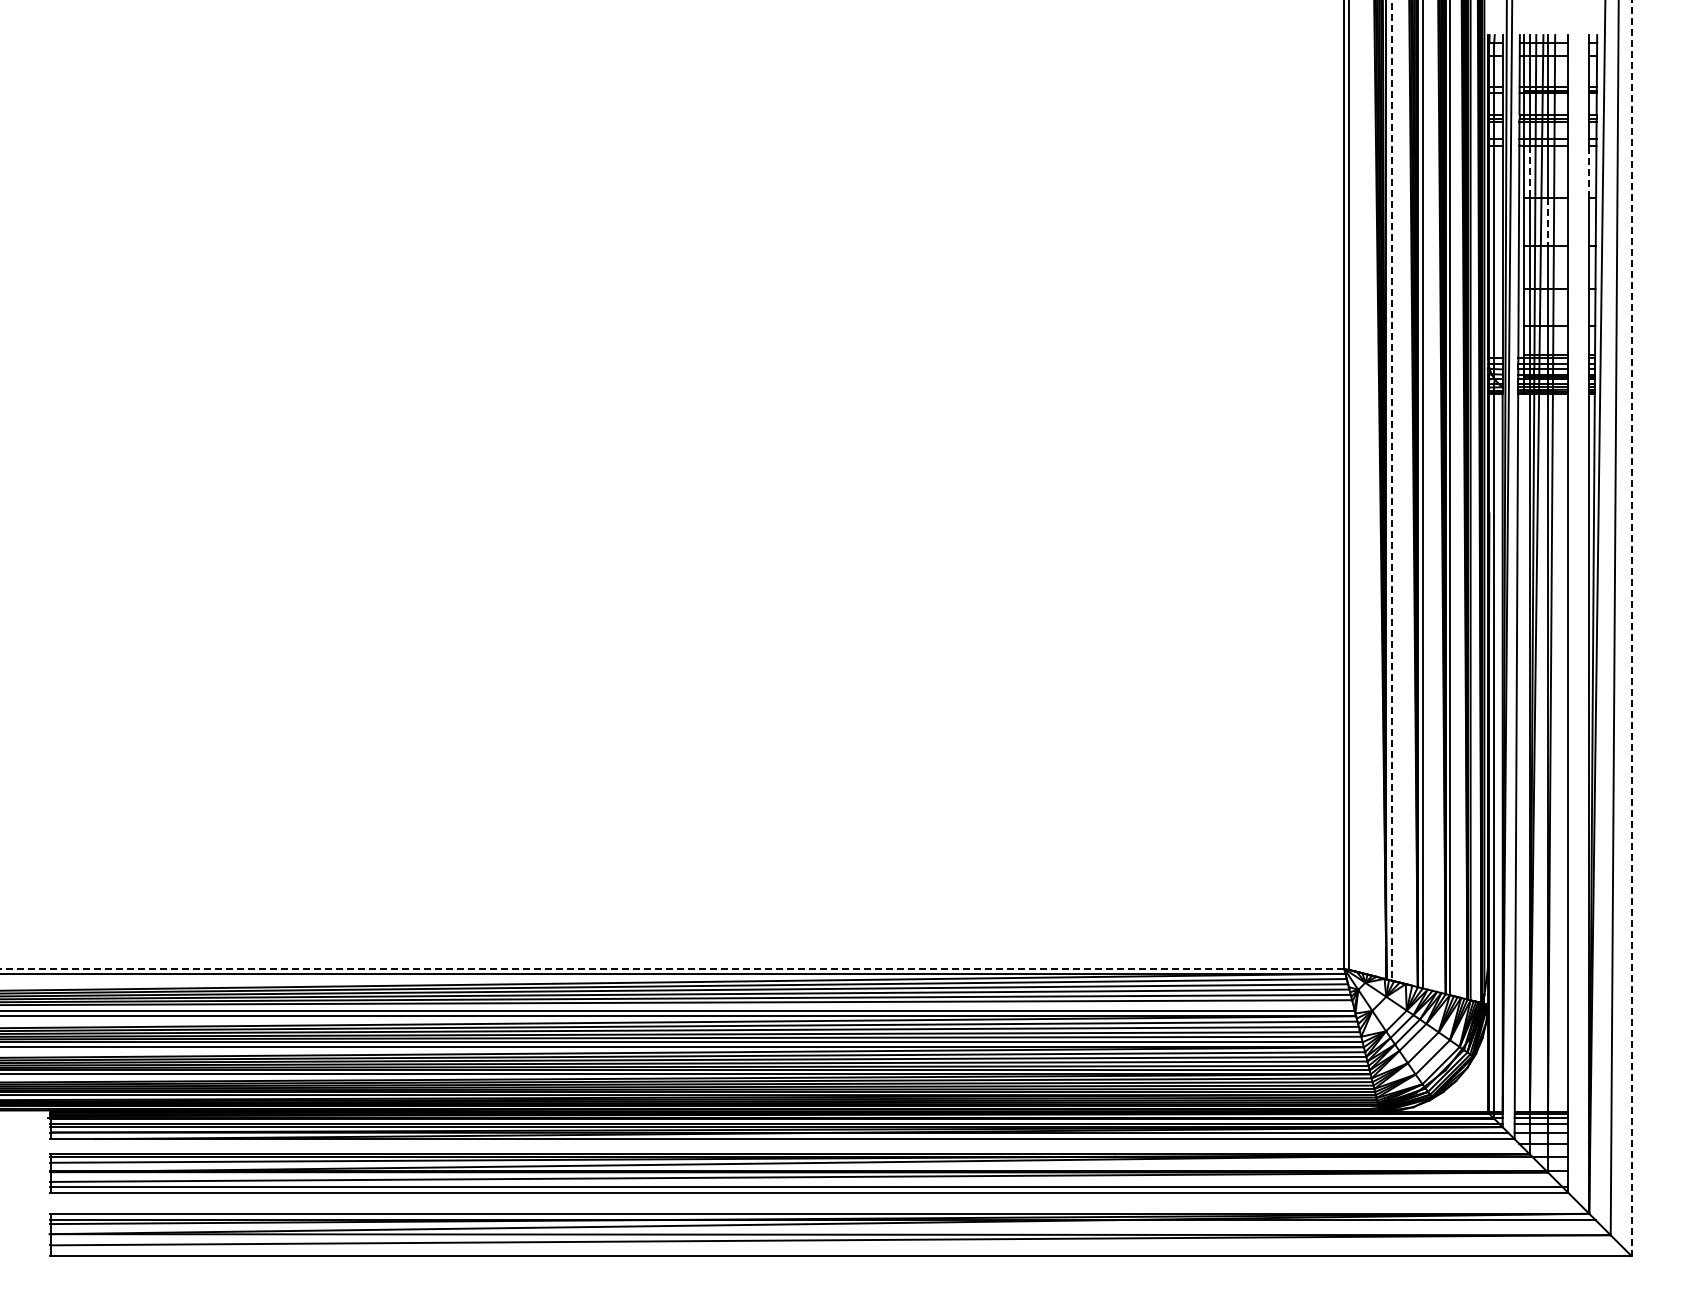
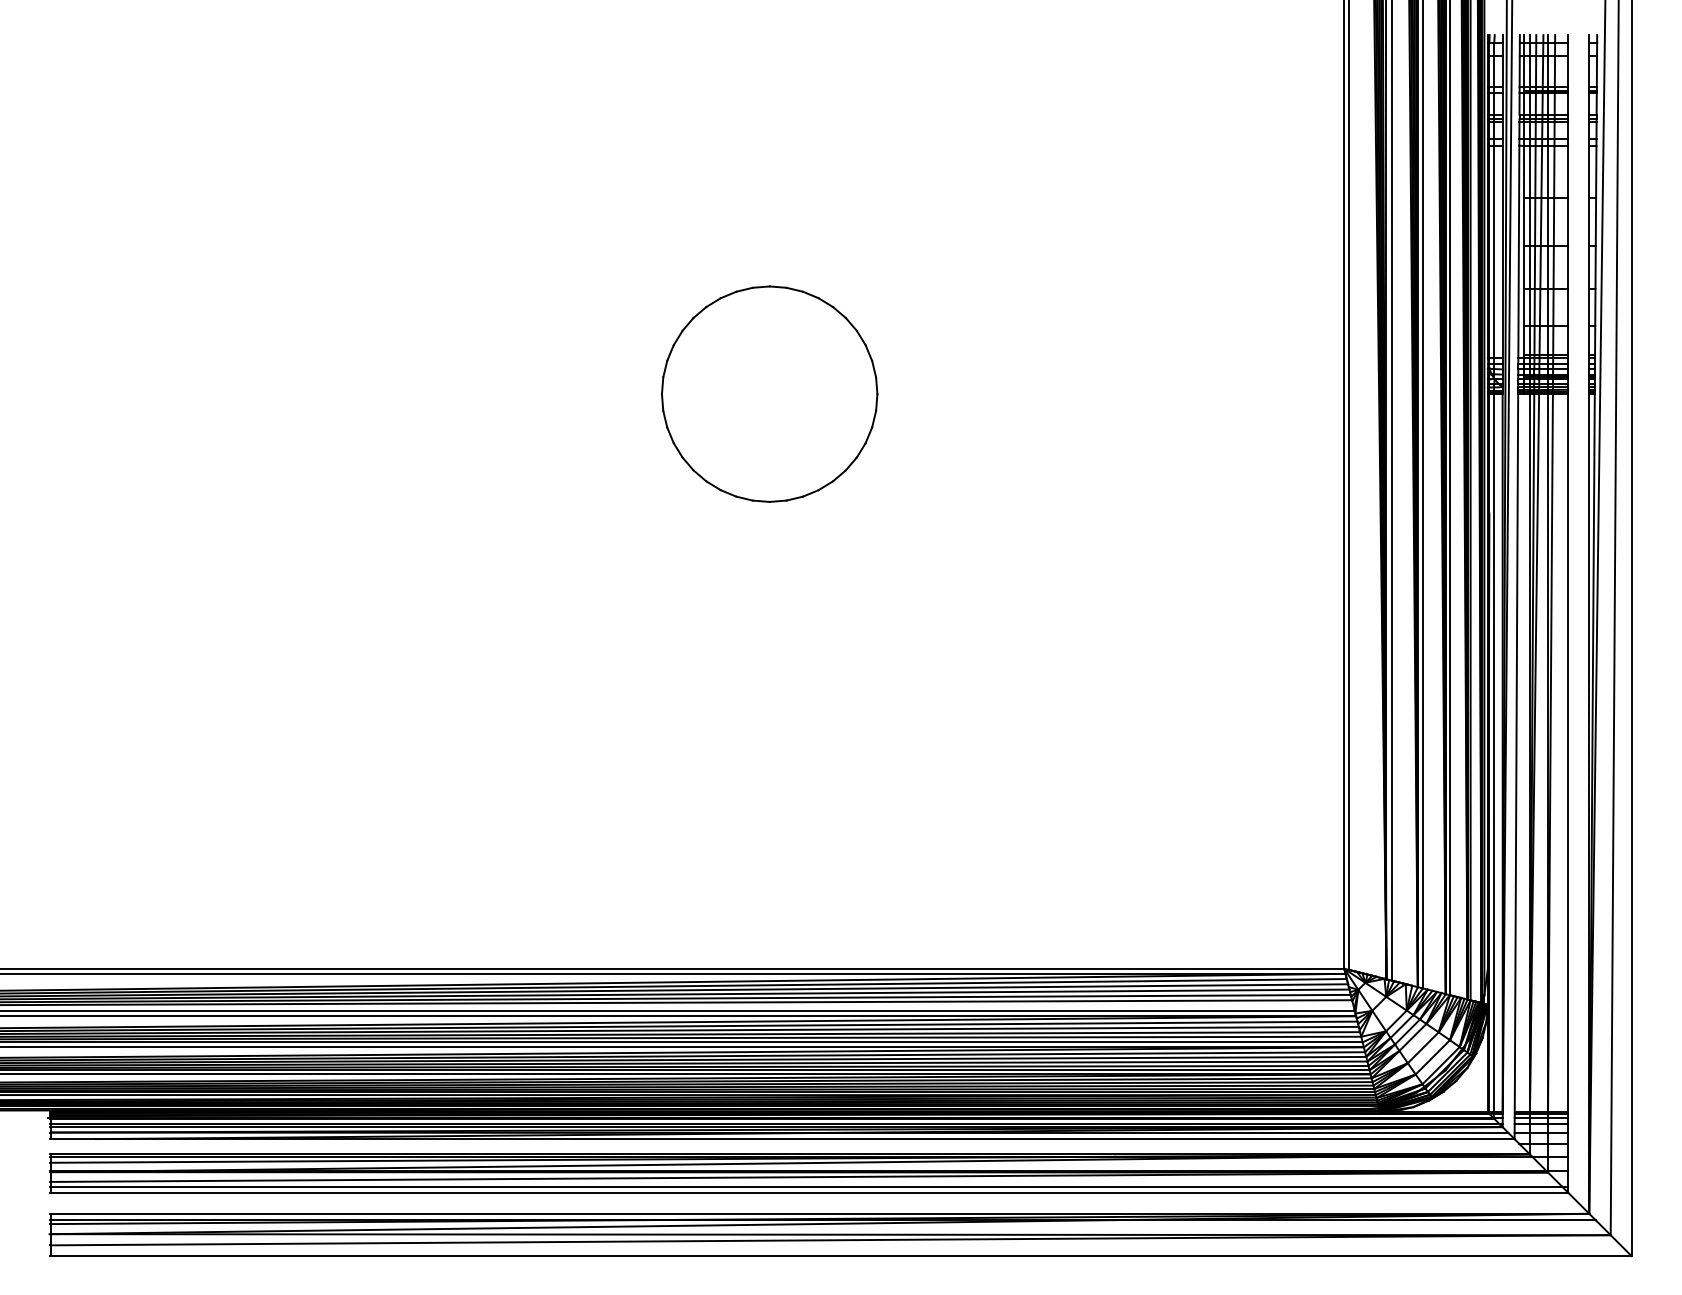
line at (1589, 171): dashed -> solid
line at (1529, 172): dashed -> solid
line at (1548, 222): dashed -> solid
part at (769, 393): none -> present
line at (1391, 490): dashed -> solid
line at (1631, 628): dashed -> solid
line at (672, 968): dashed -> solid
